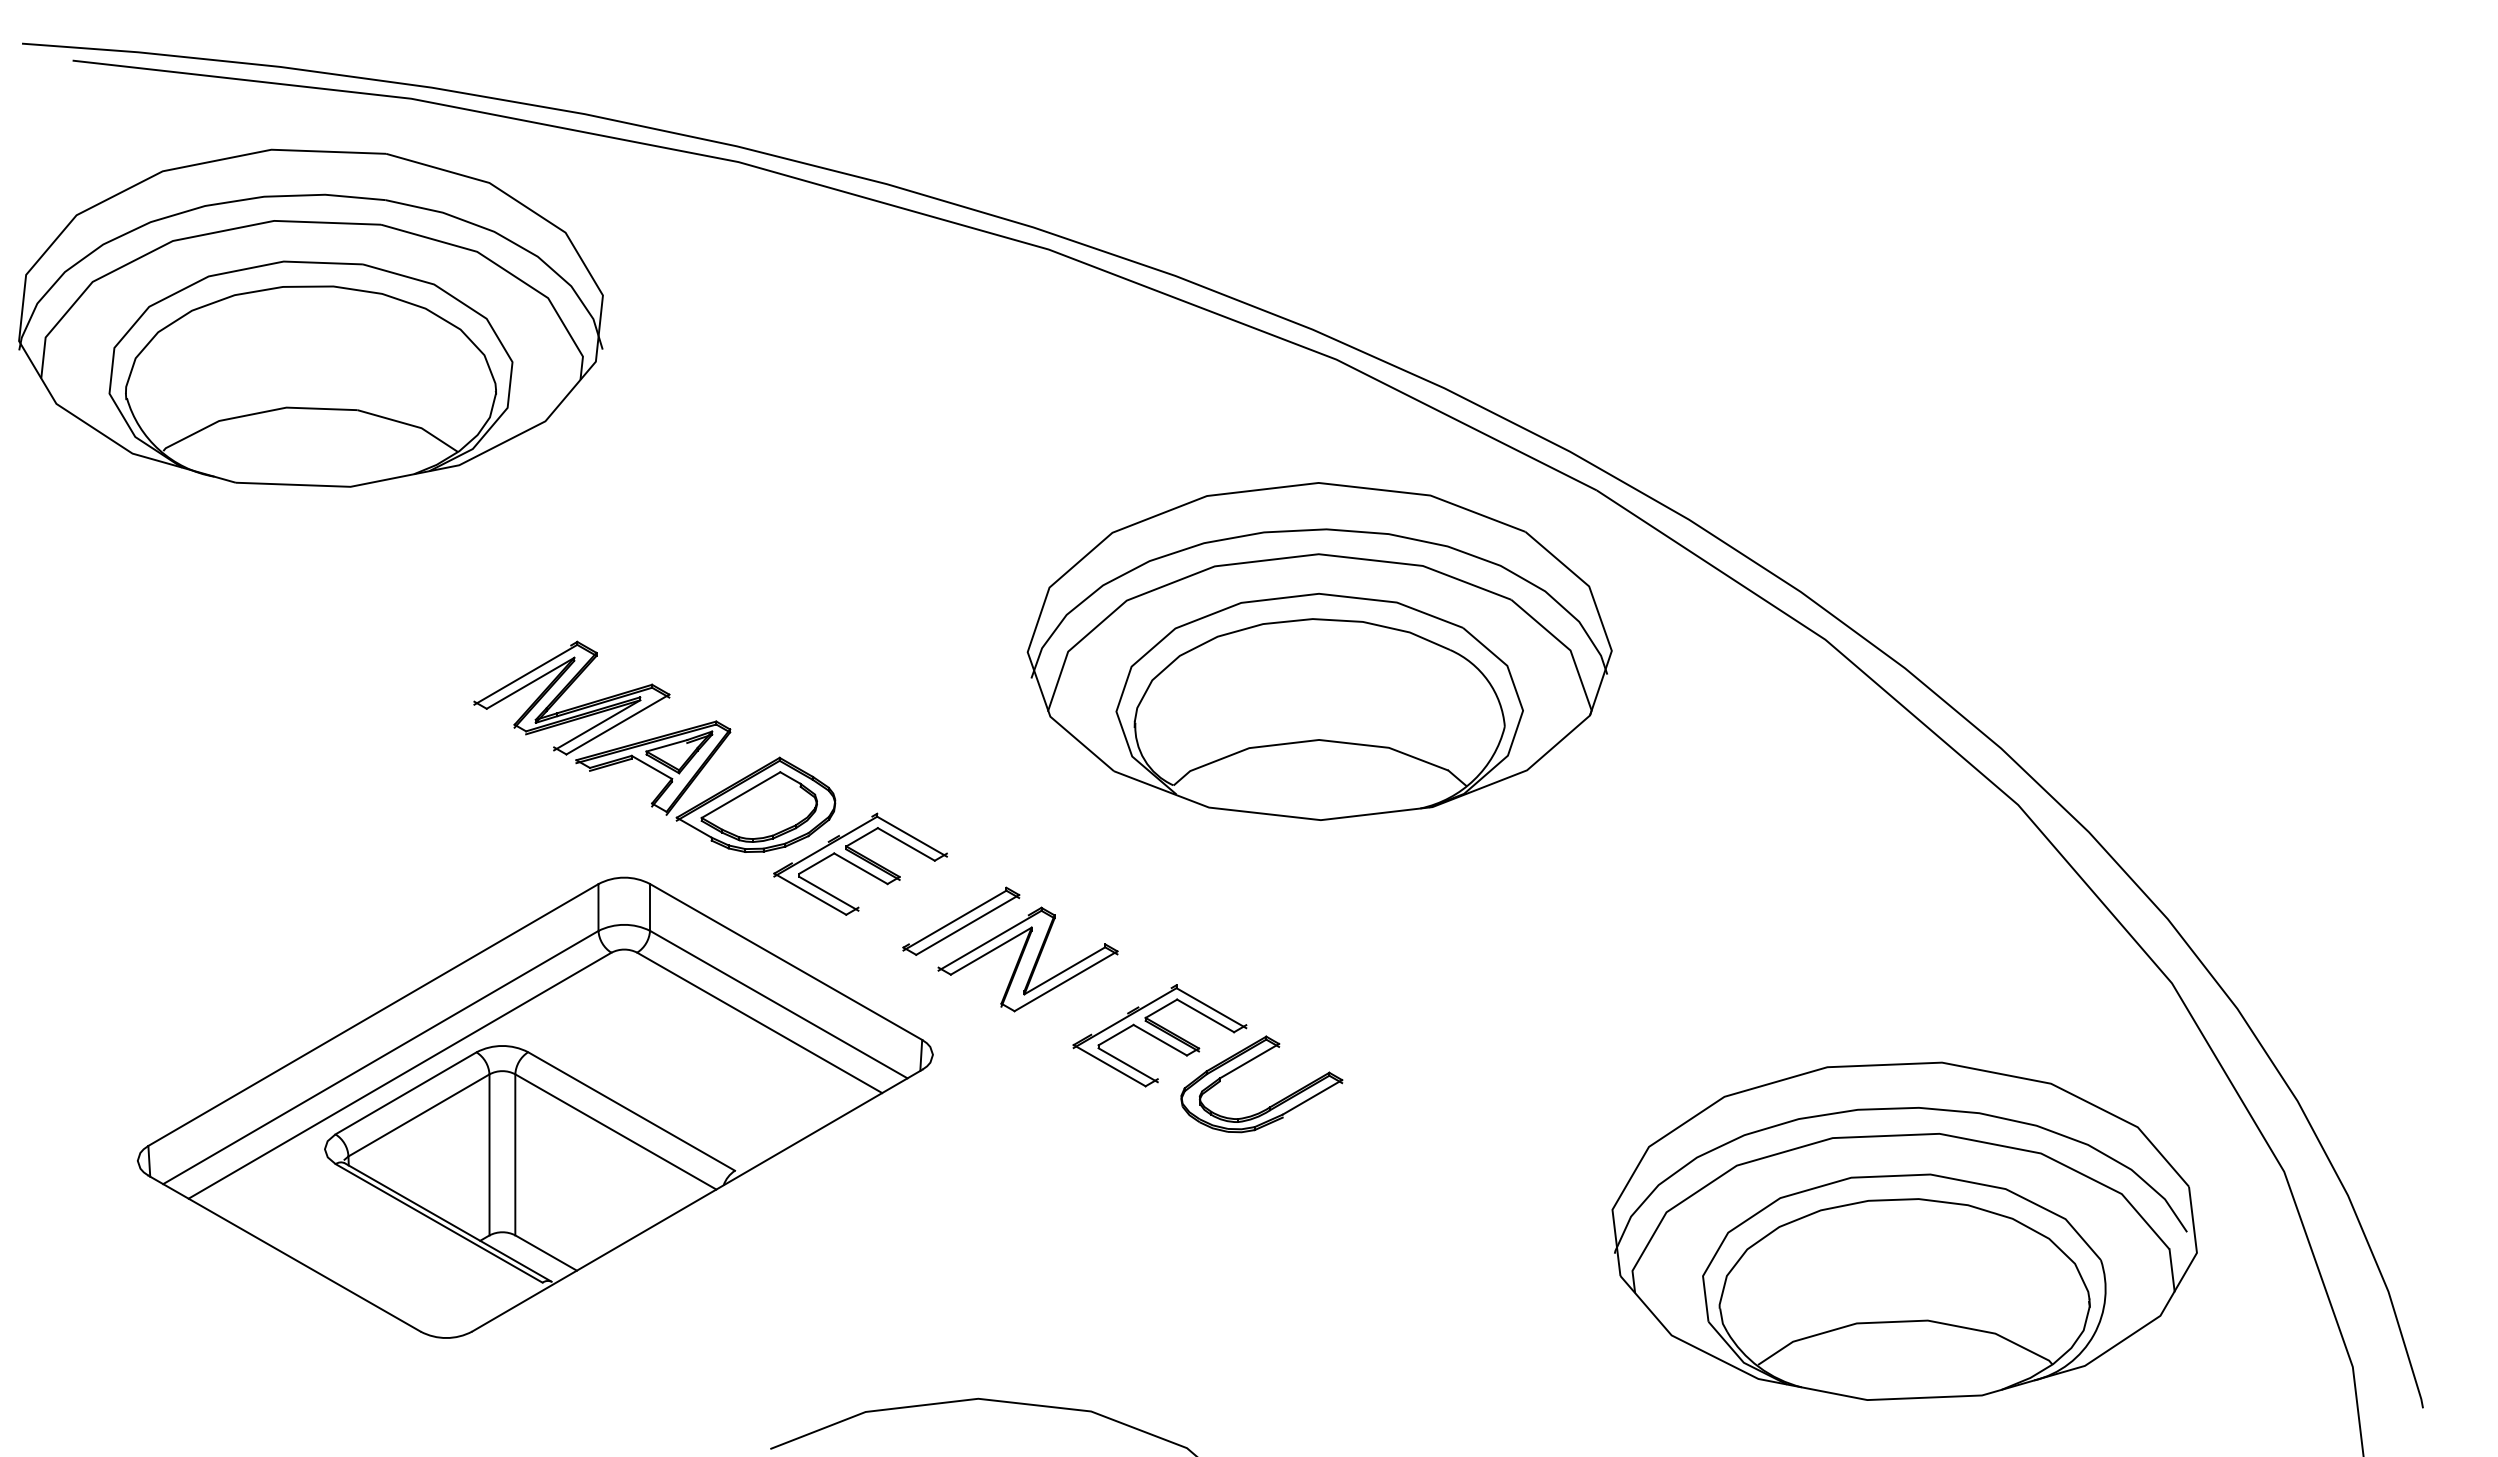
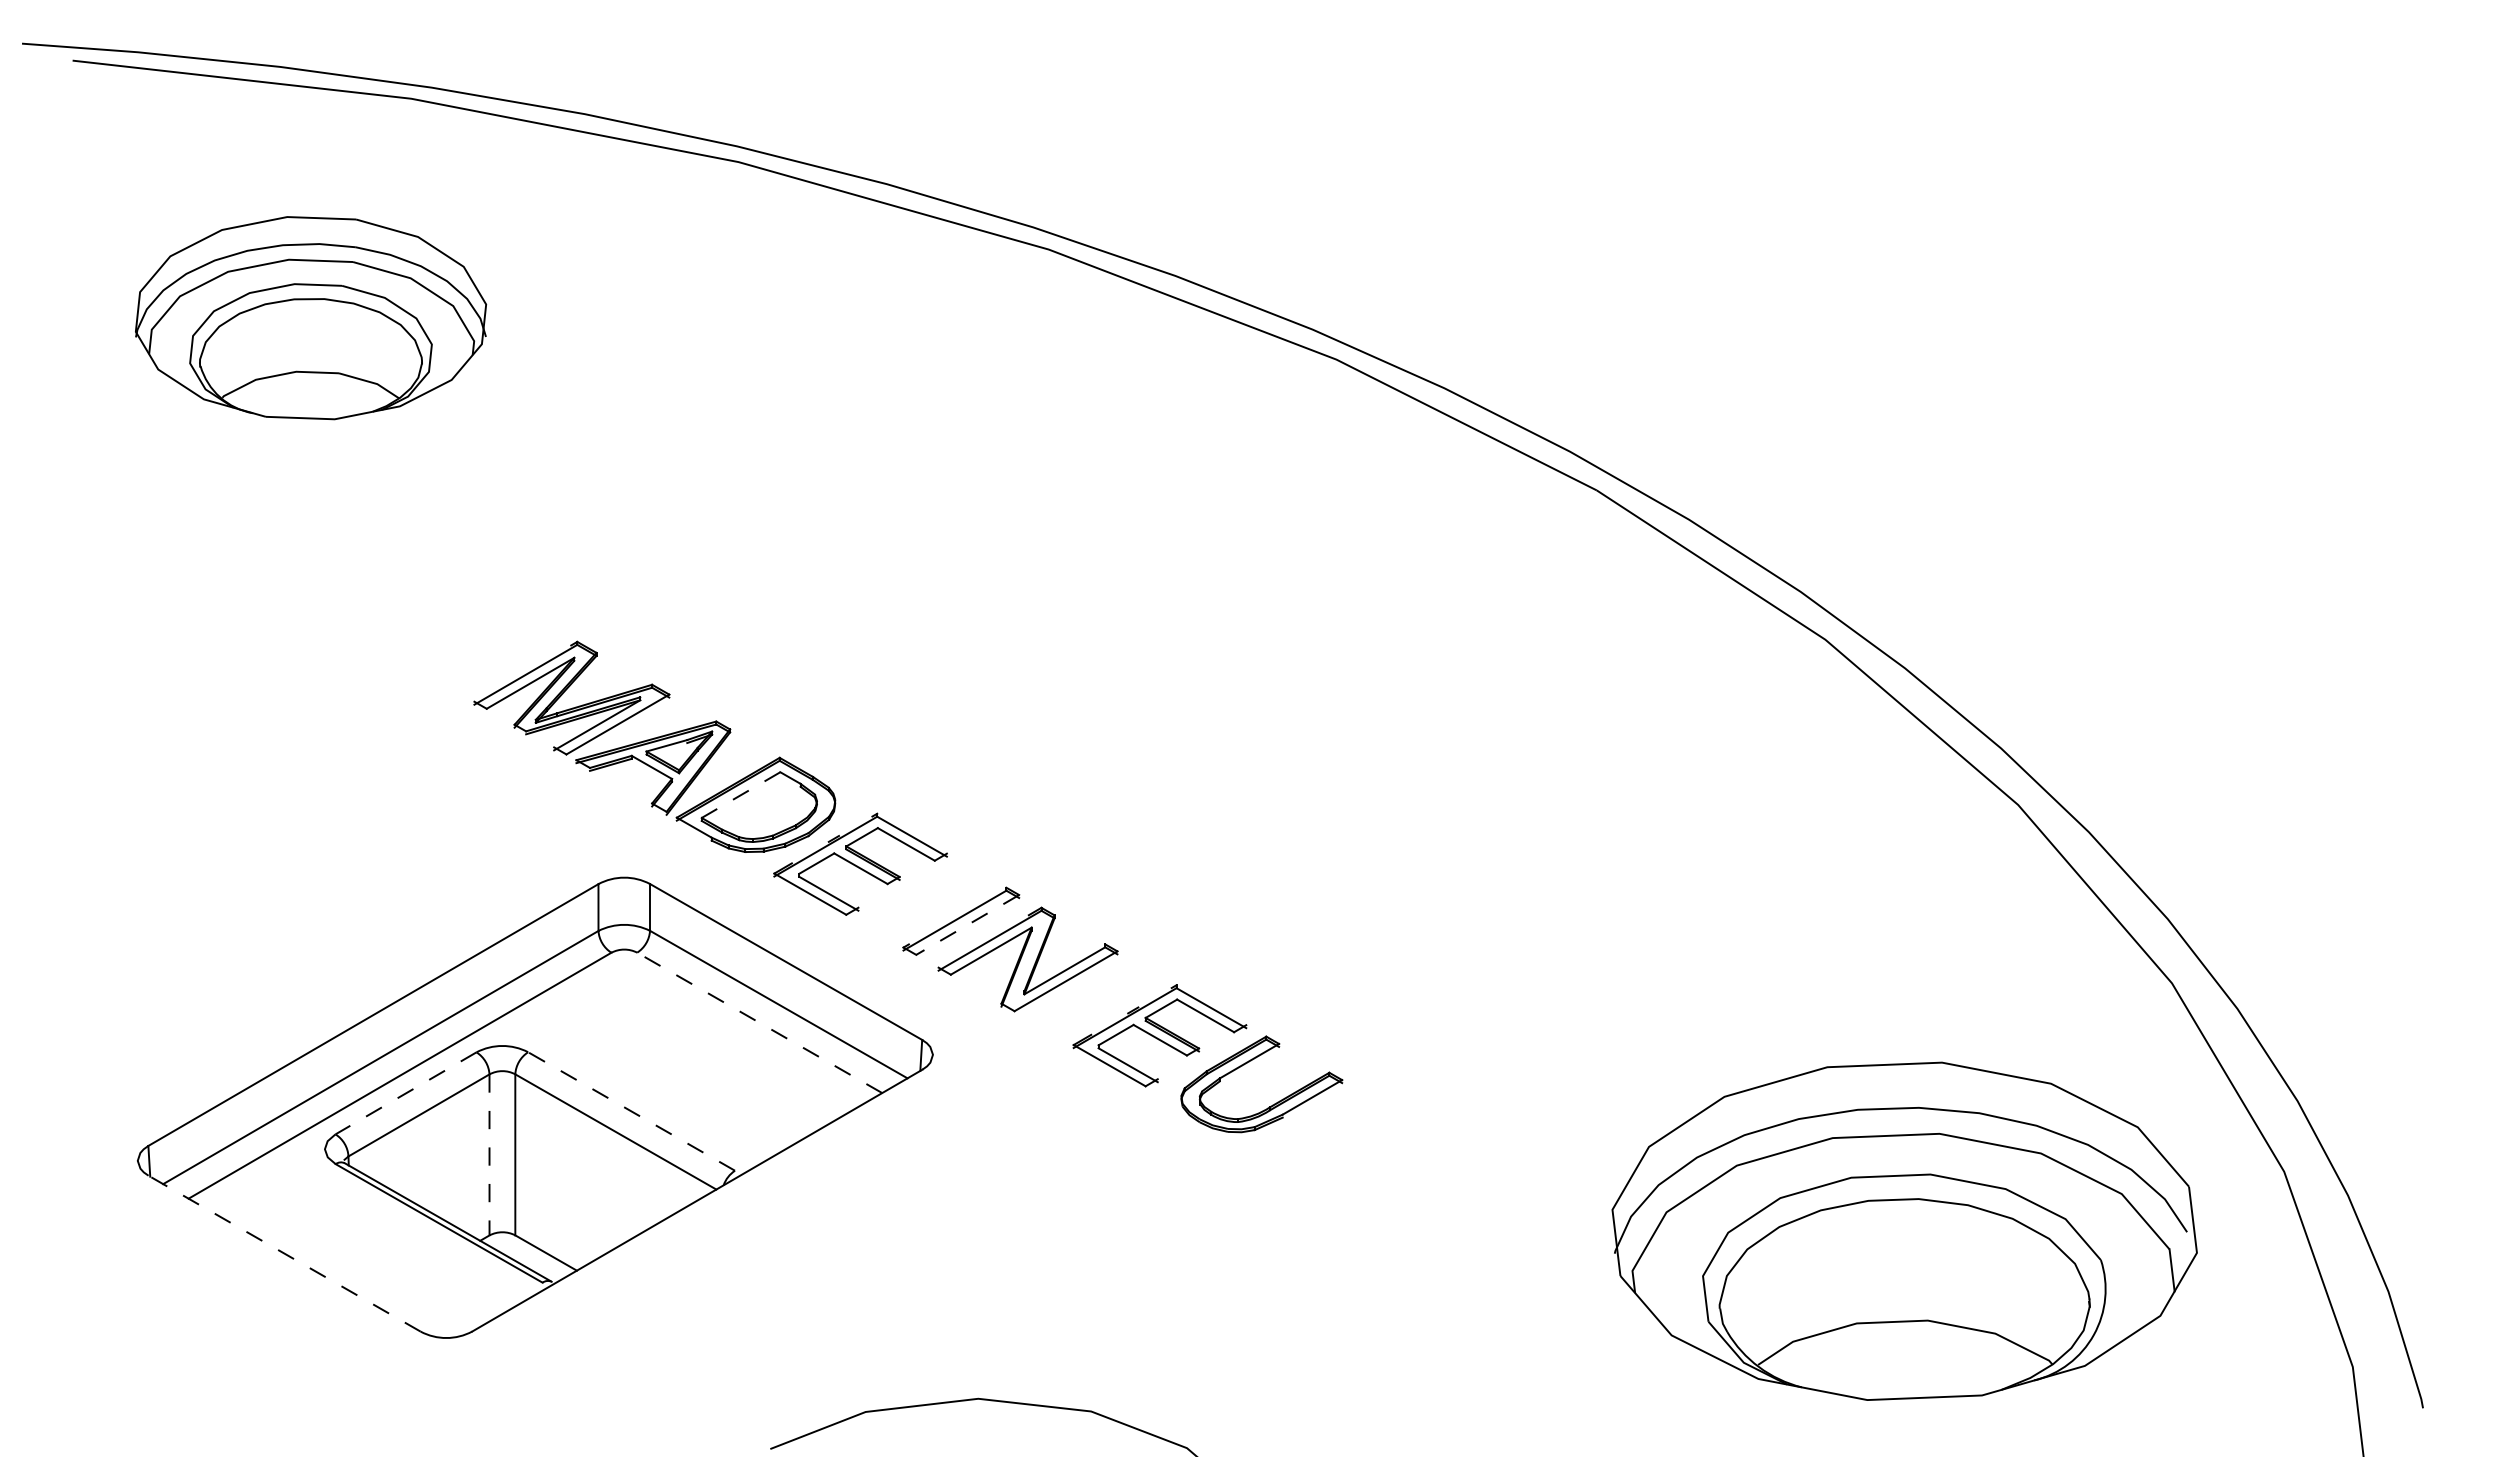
part at (310, 317) size: 586x340 px -> 353x205 px
part at (1319, 651): present -> none
line at (740, 795): solid -> dashed
line at (967, 924): solid -> dashed
line at (759, 1022): solid -> dashed
line at (406, 1093): solid -> dashed
line at (631, 1111): solid -> dashed
line at (489, 1154): solid -> dashed
line at (284, 1253): solid -> dashed
